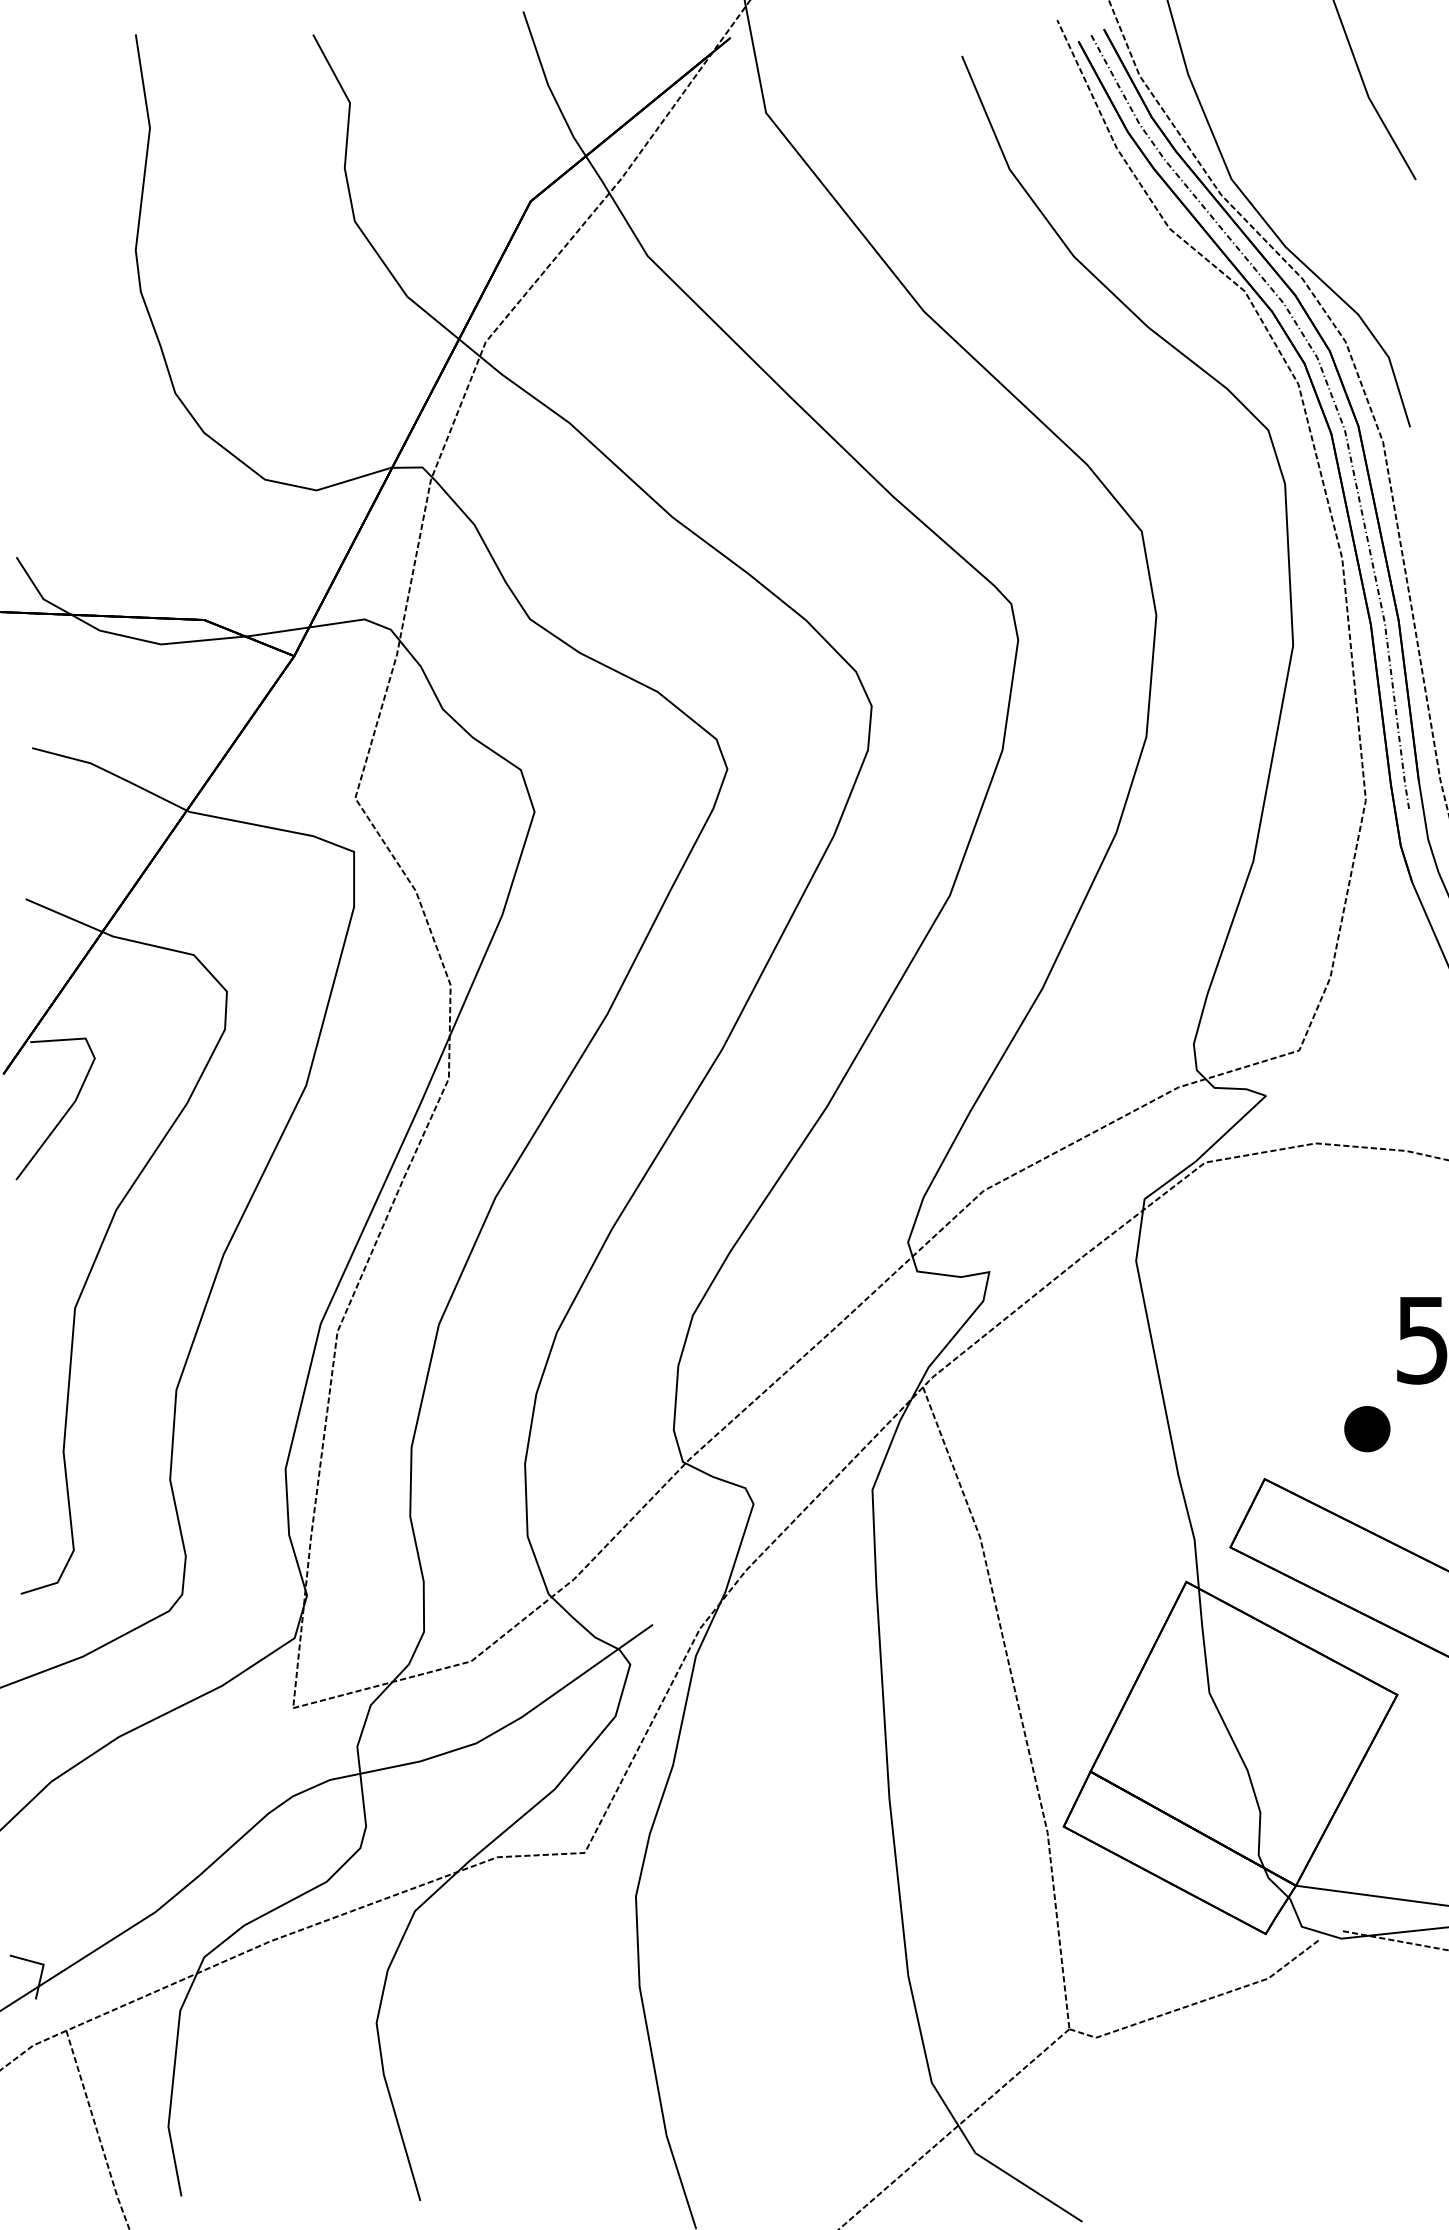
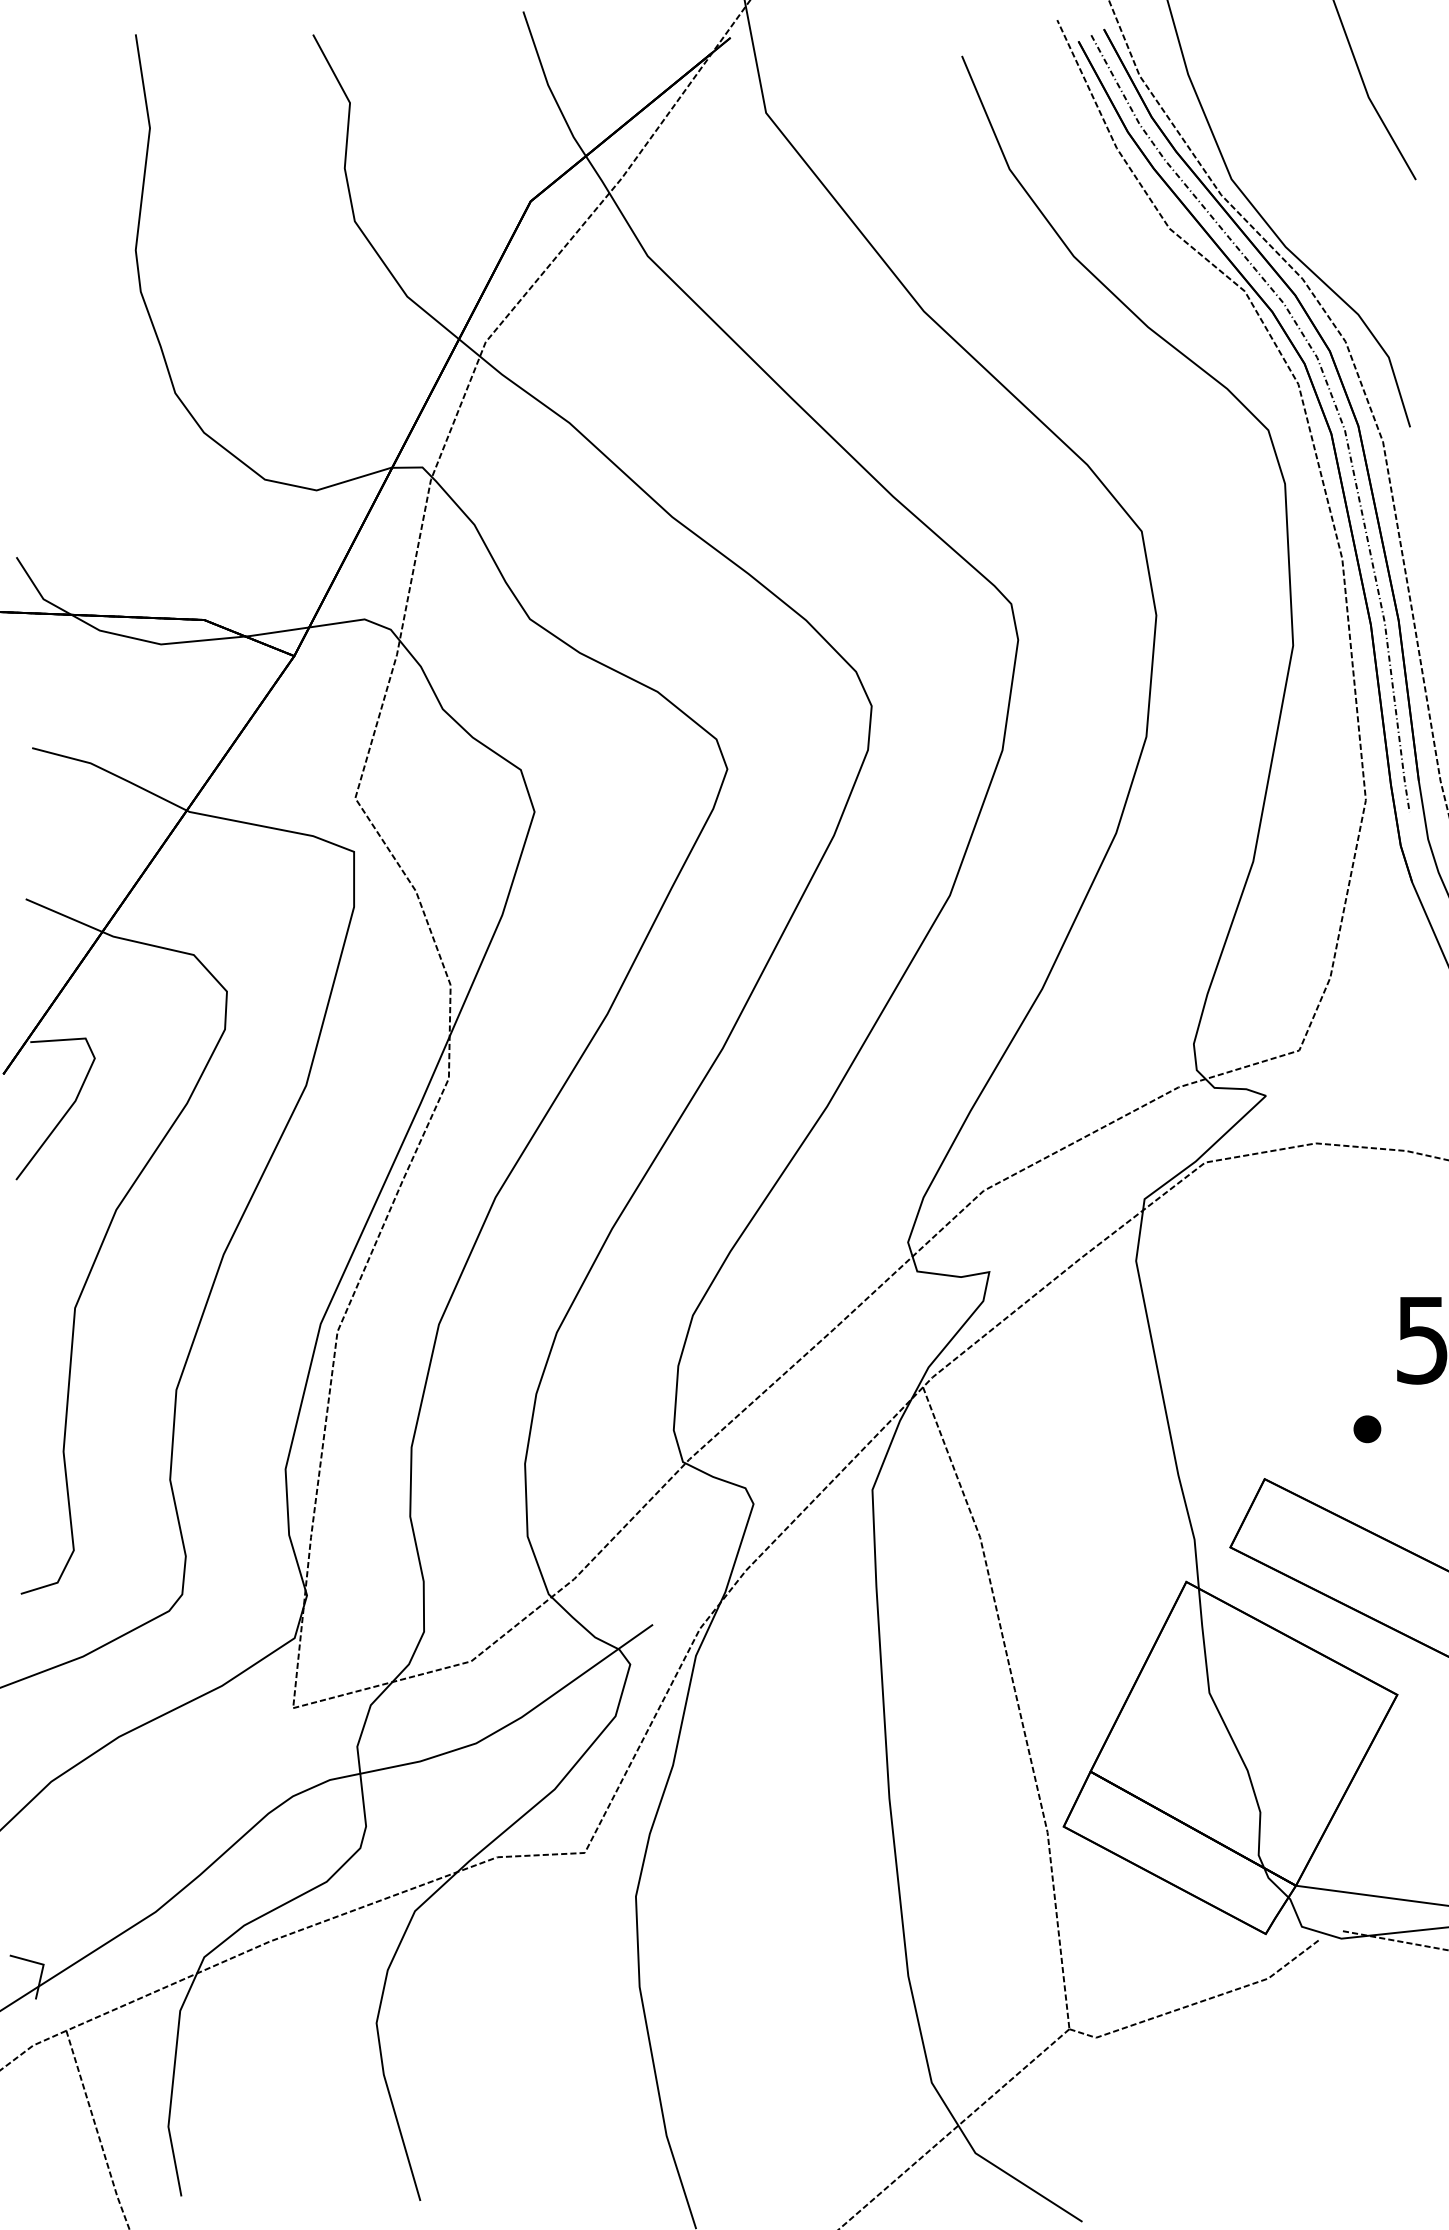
part at (1367, 1429) size: 47x47 px -> 29x29 px
